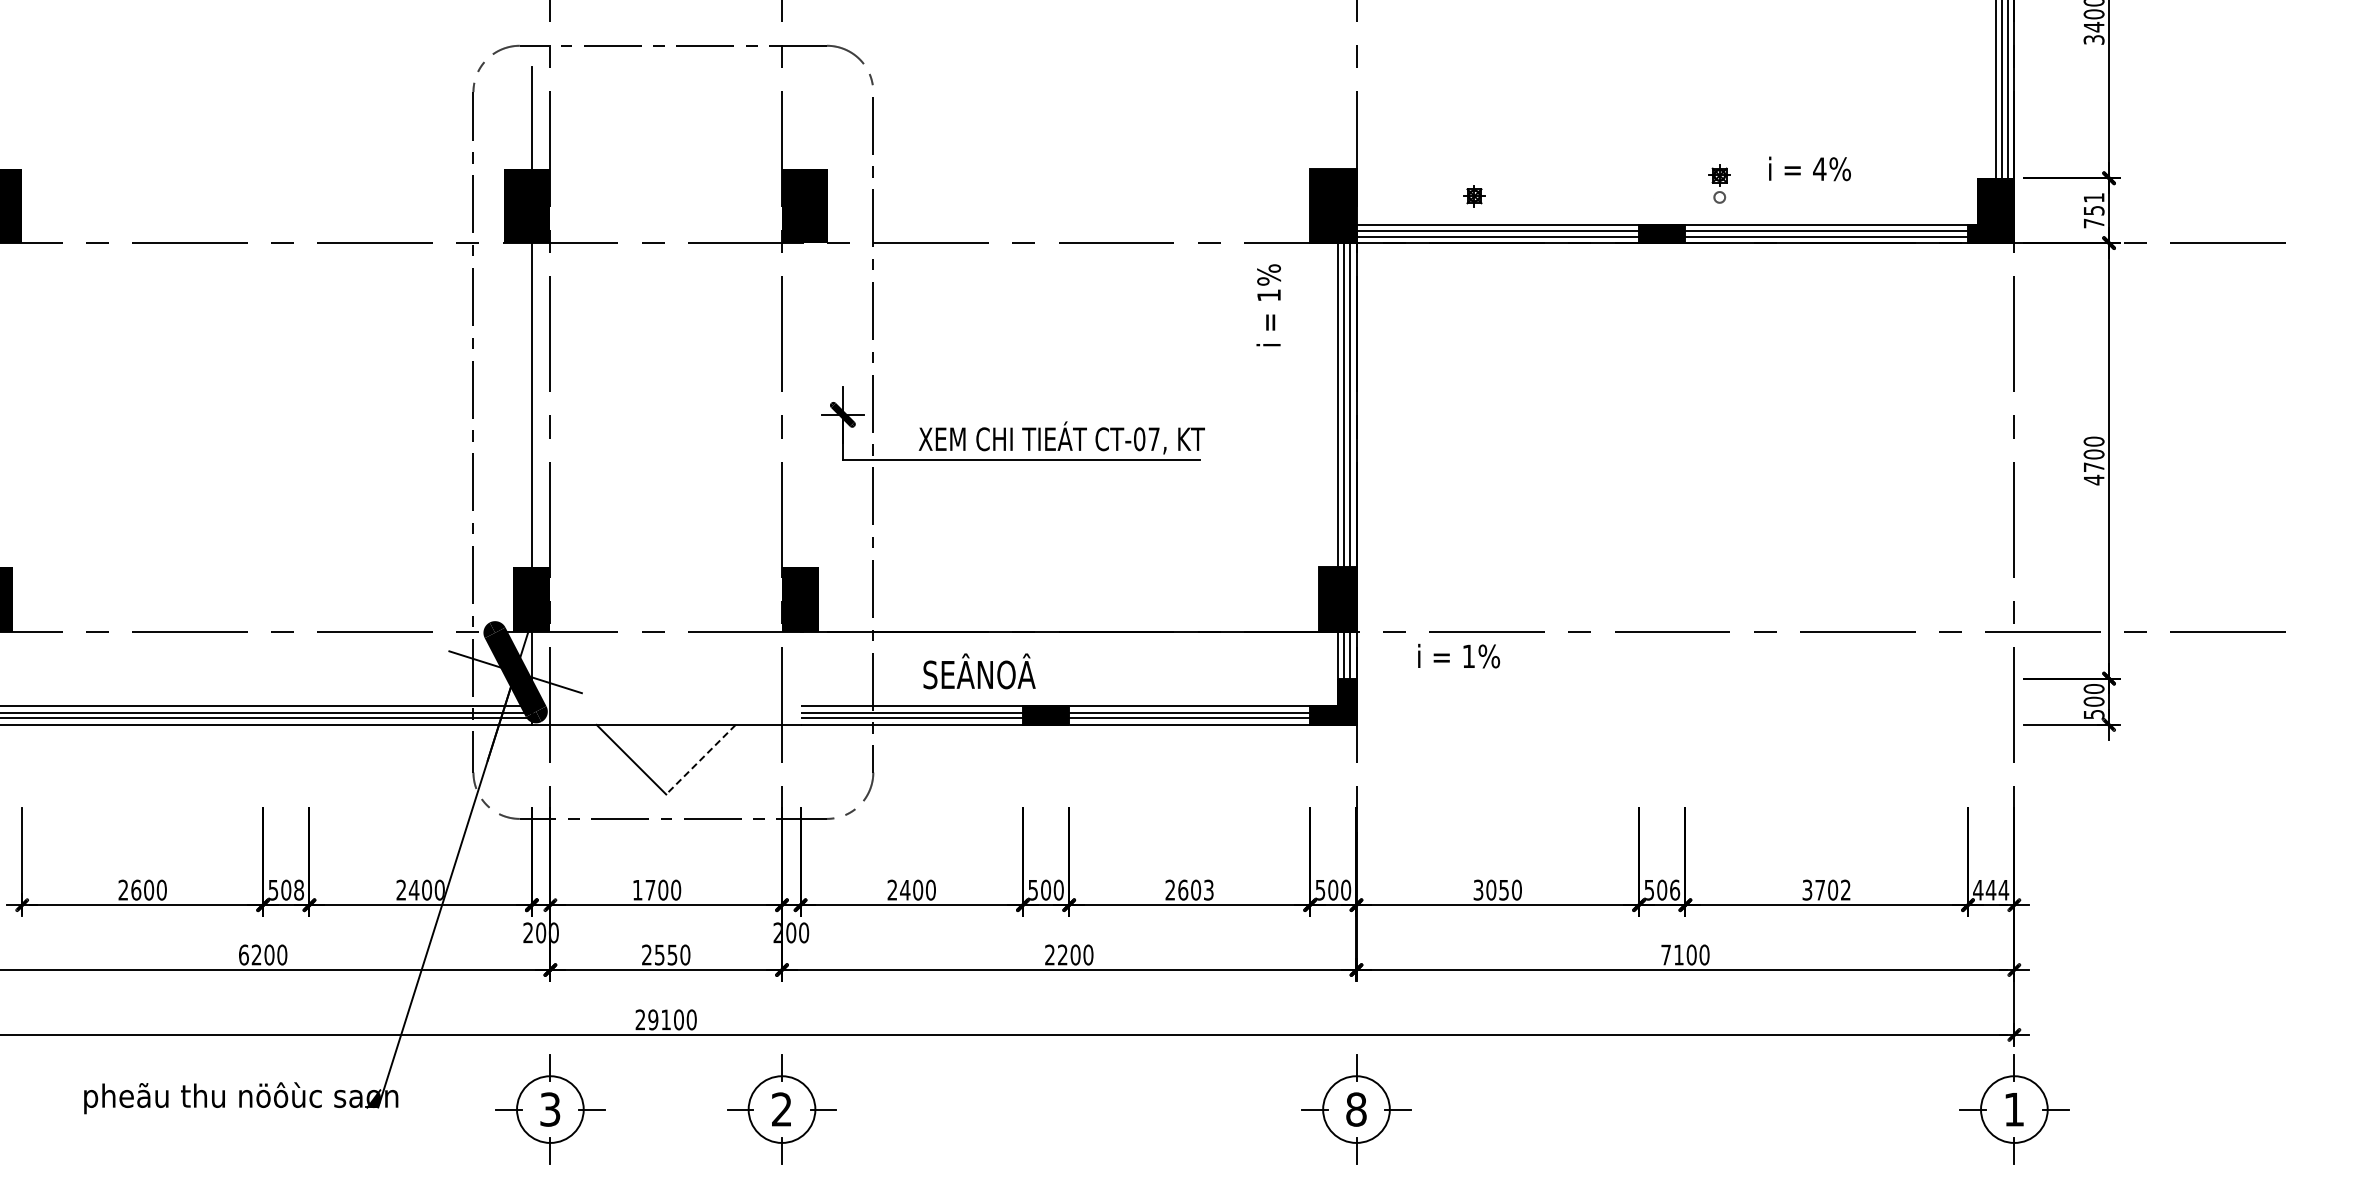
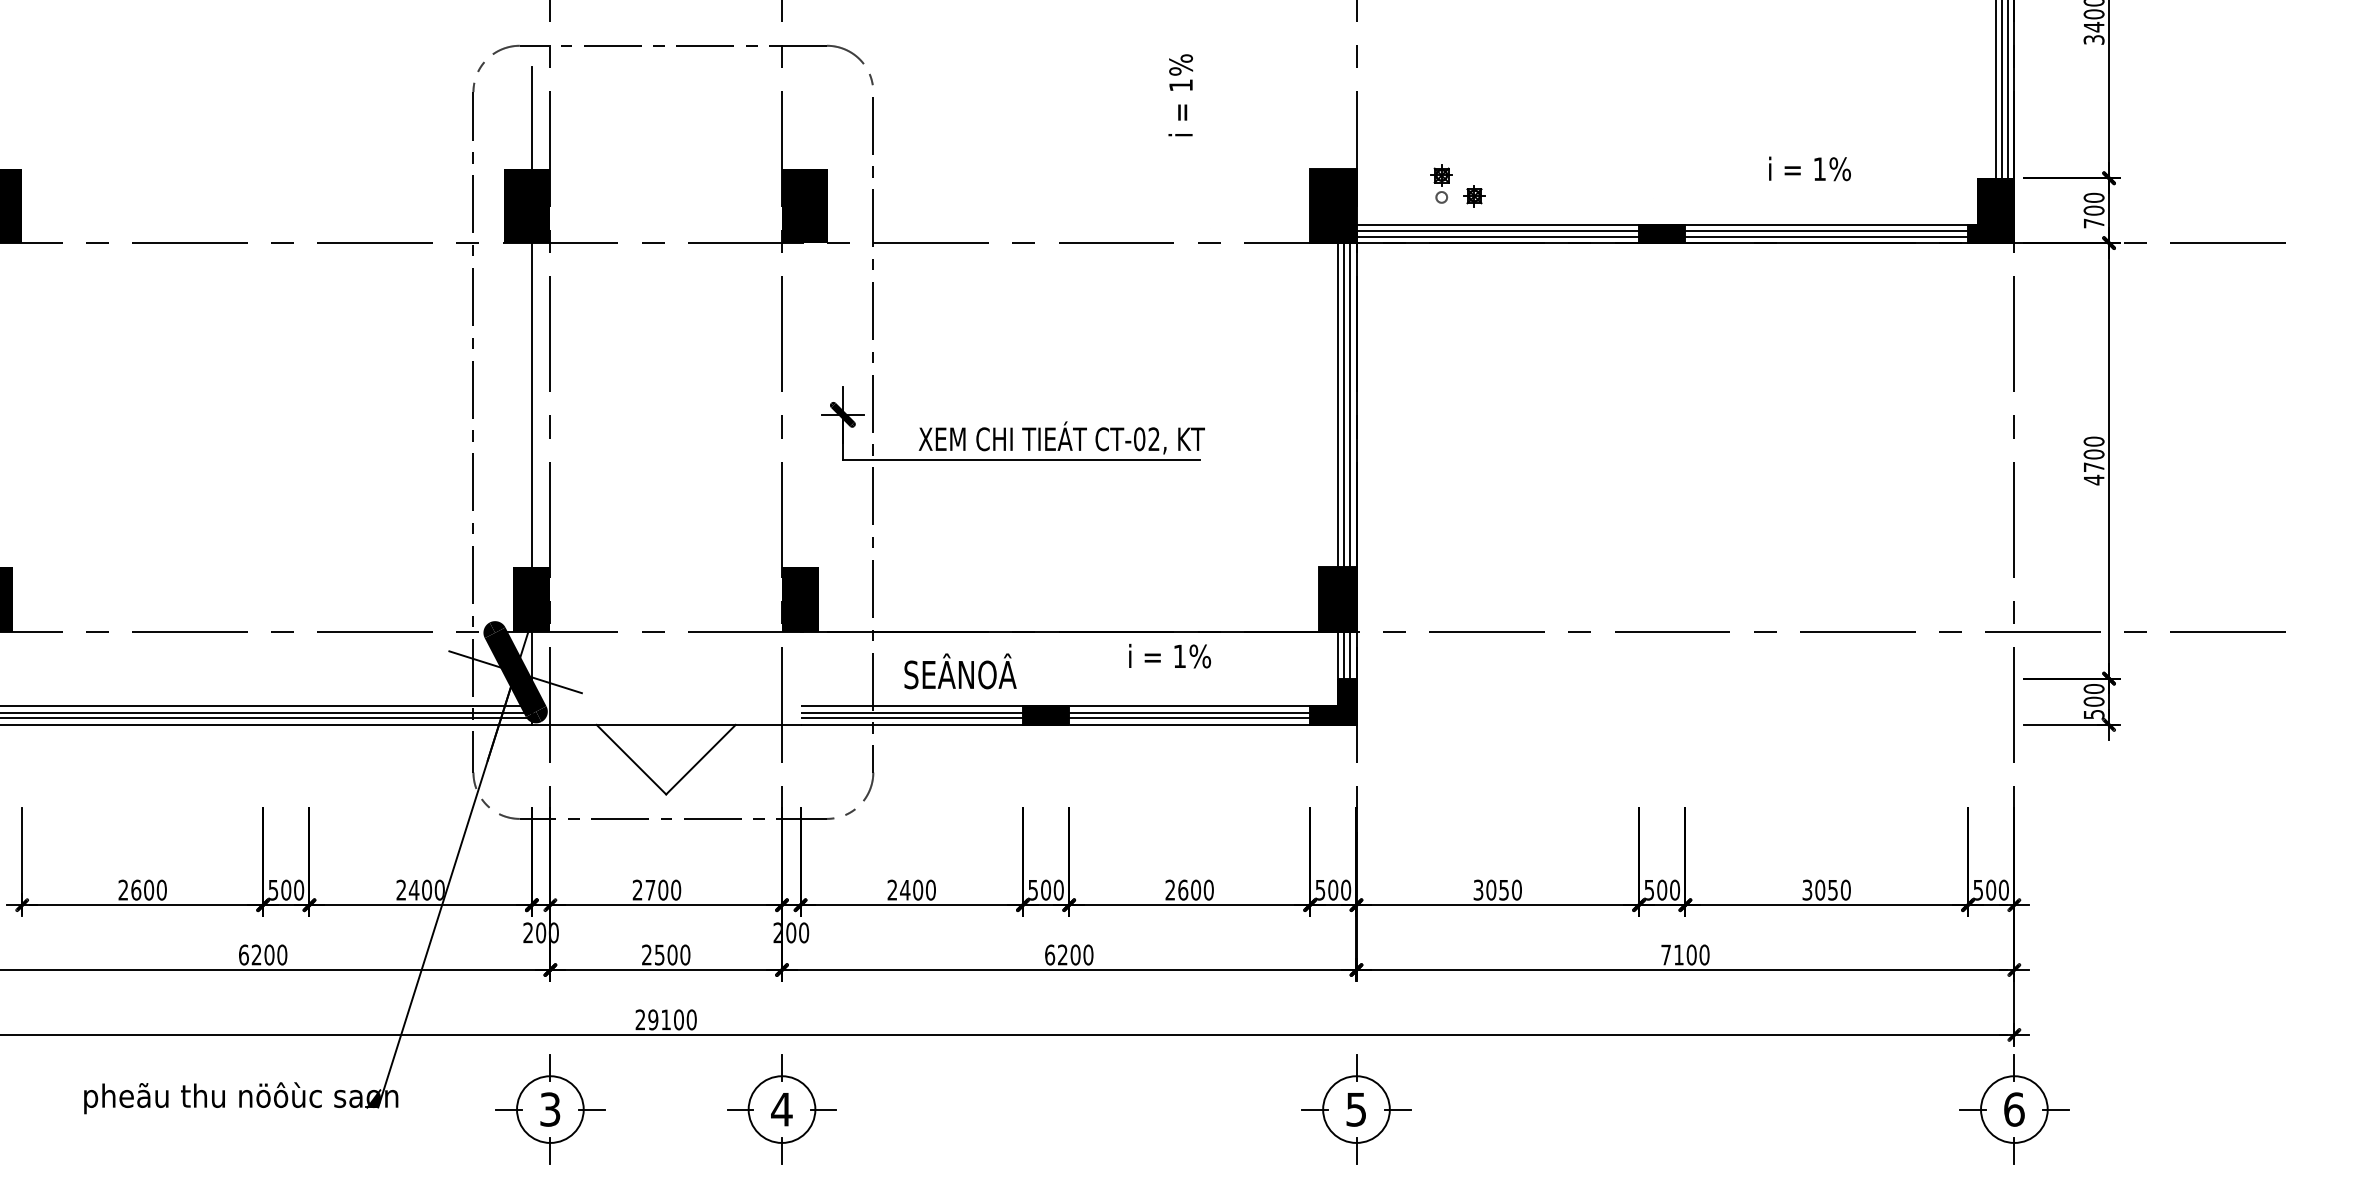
text at (1819, 168): 4% -> 1%
part at (1719, 183) position: (1719, 183) -> (1441, 183)
text at (2093, 203): 751 -> 700
text at (1268, 305) position: (1268, 305) -> (1180, 95)
text at (1153, 438): CT-07, -> CT-02,
text at (1459, 655) position: (1459, 655) -> (1170, 655)
text at (979, 671) position: (979, 671) -> (960, 671)
line at (700, 760): dashed -> solid
text at (637, 889): 1700 -> 2700
text at (1208, 889): 2603 -> 2600
text at (1675, 889): 506 -> 500
text at (1832, 889): 3702 -> 3050
text at (1991, 889): 444 -> 500
text at (299, 890): 508 -> 500
text at (672, 954): 2550 -> 2500
text at (1050, 954): 2200 -> 6200
text at (781, 1109): 2 -> 4
text at (1356, 1109): 8 -> 5
text at (2014, 1109): 1 -> 6
